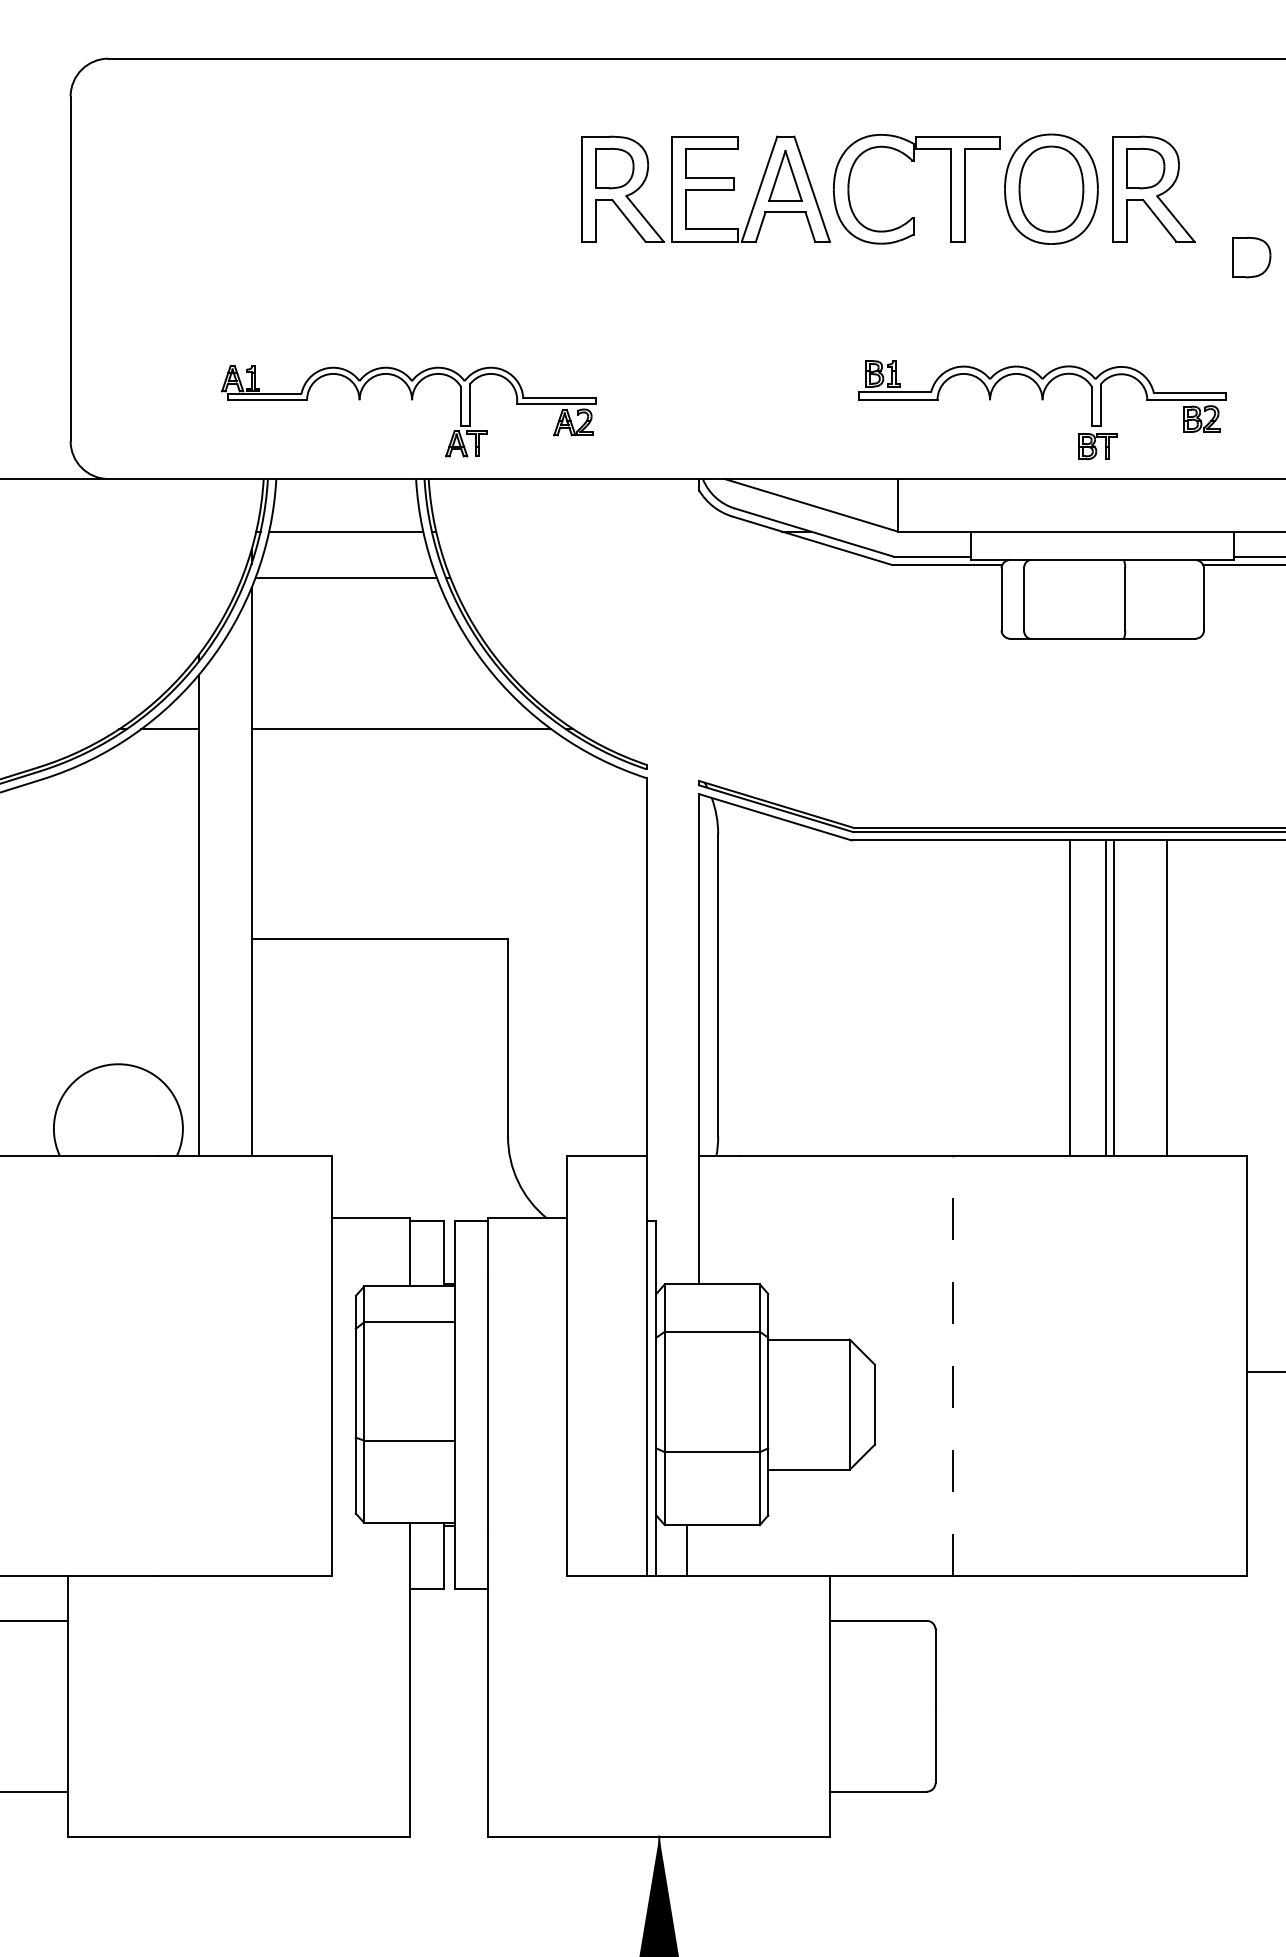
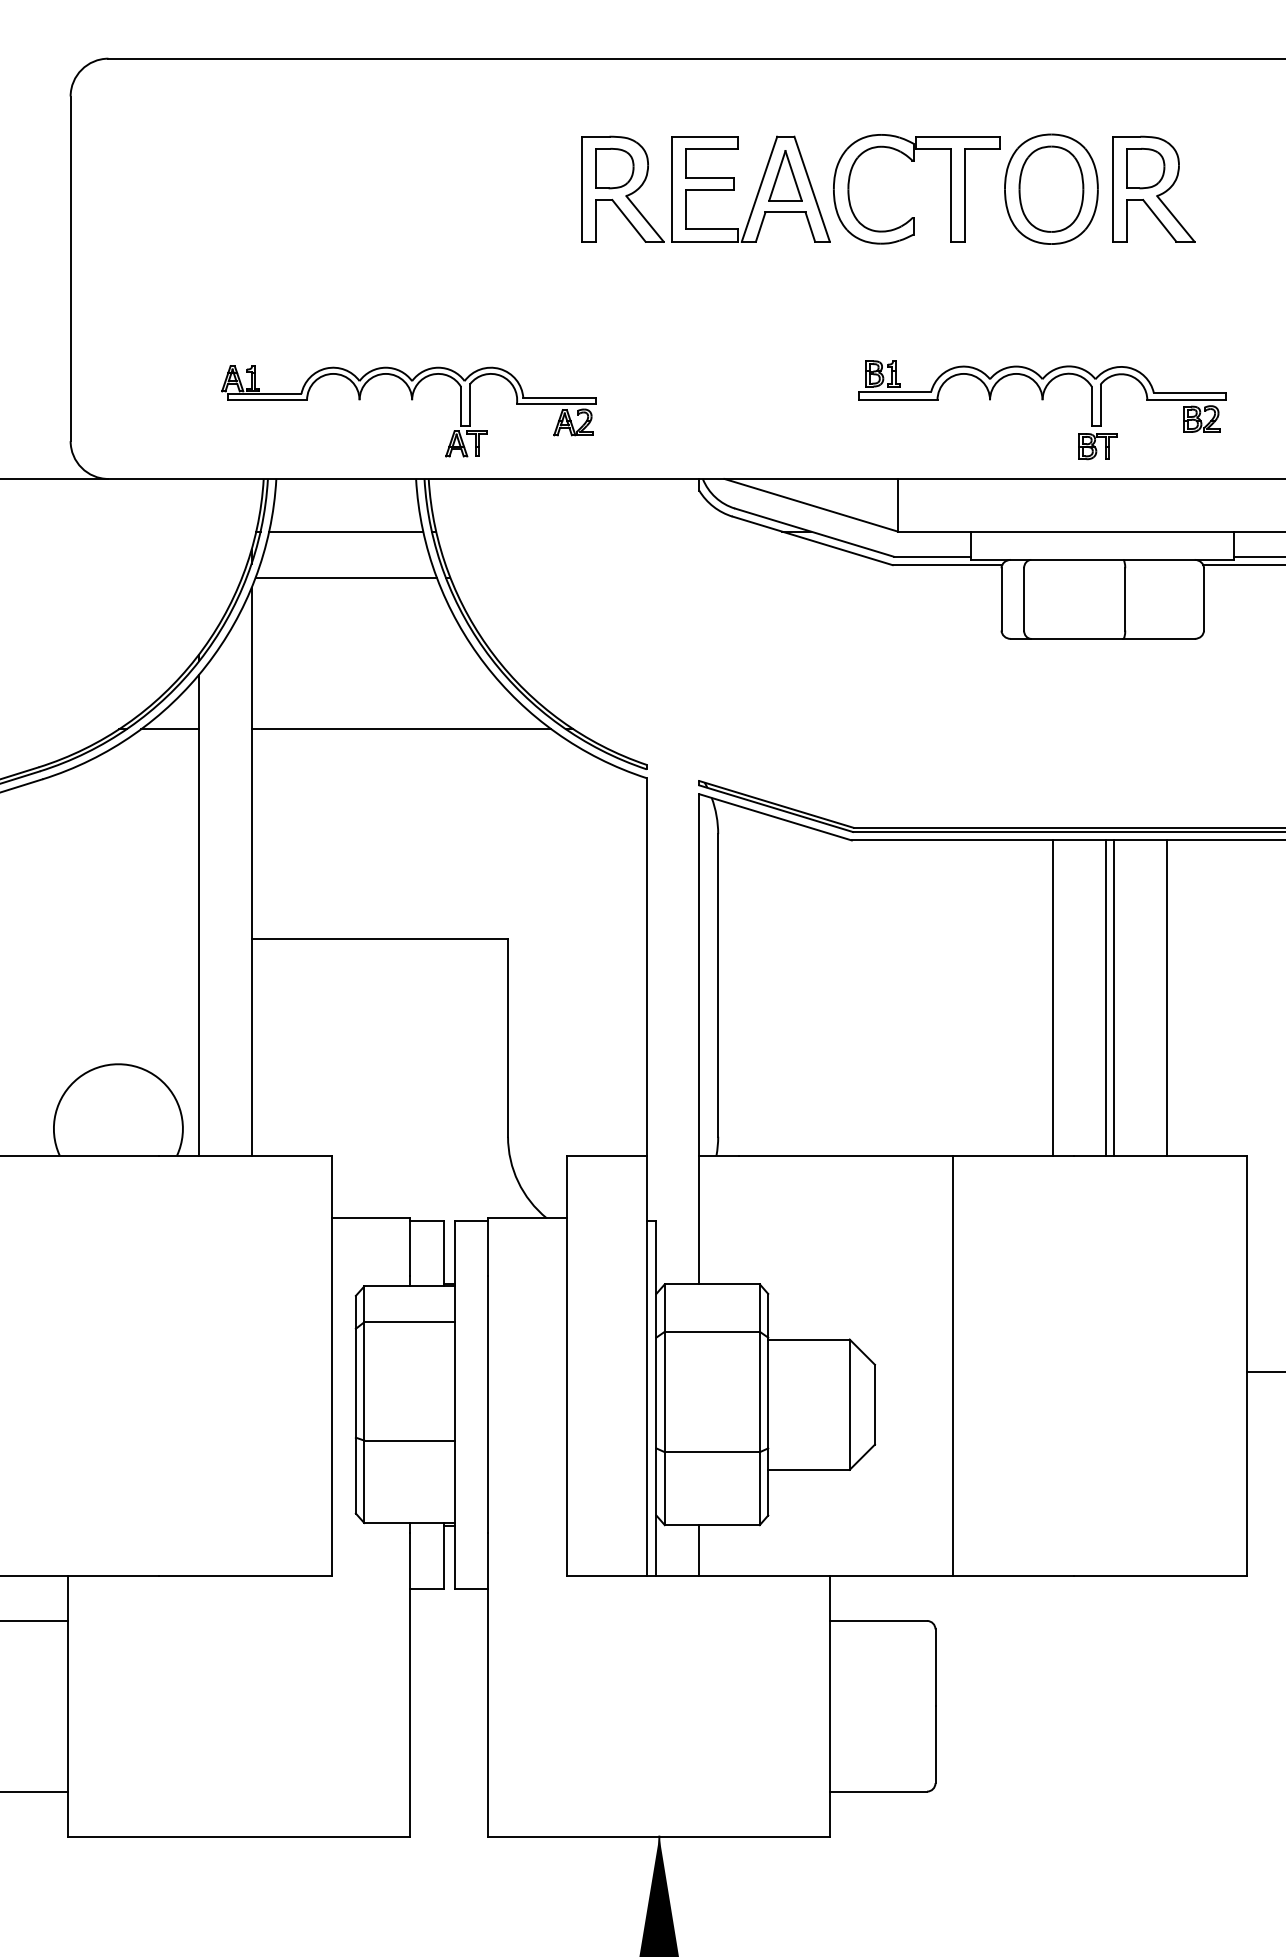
part at (1251, 257): present -> none
line at (1070, 997) position: (1070, 997) -> (1053, 997)
line at (953, 1365): dashed -> solid
line at (687, 1550) position: (687, 1550) -> (699, 1550)
